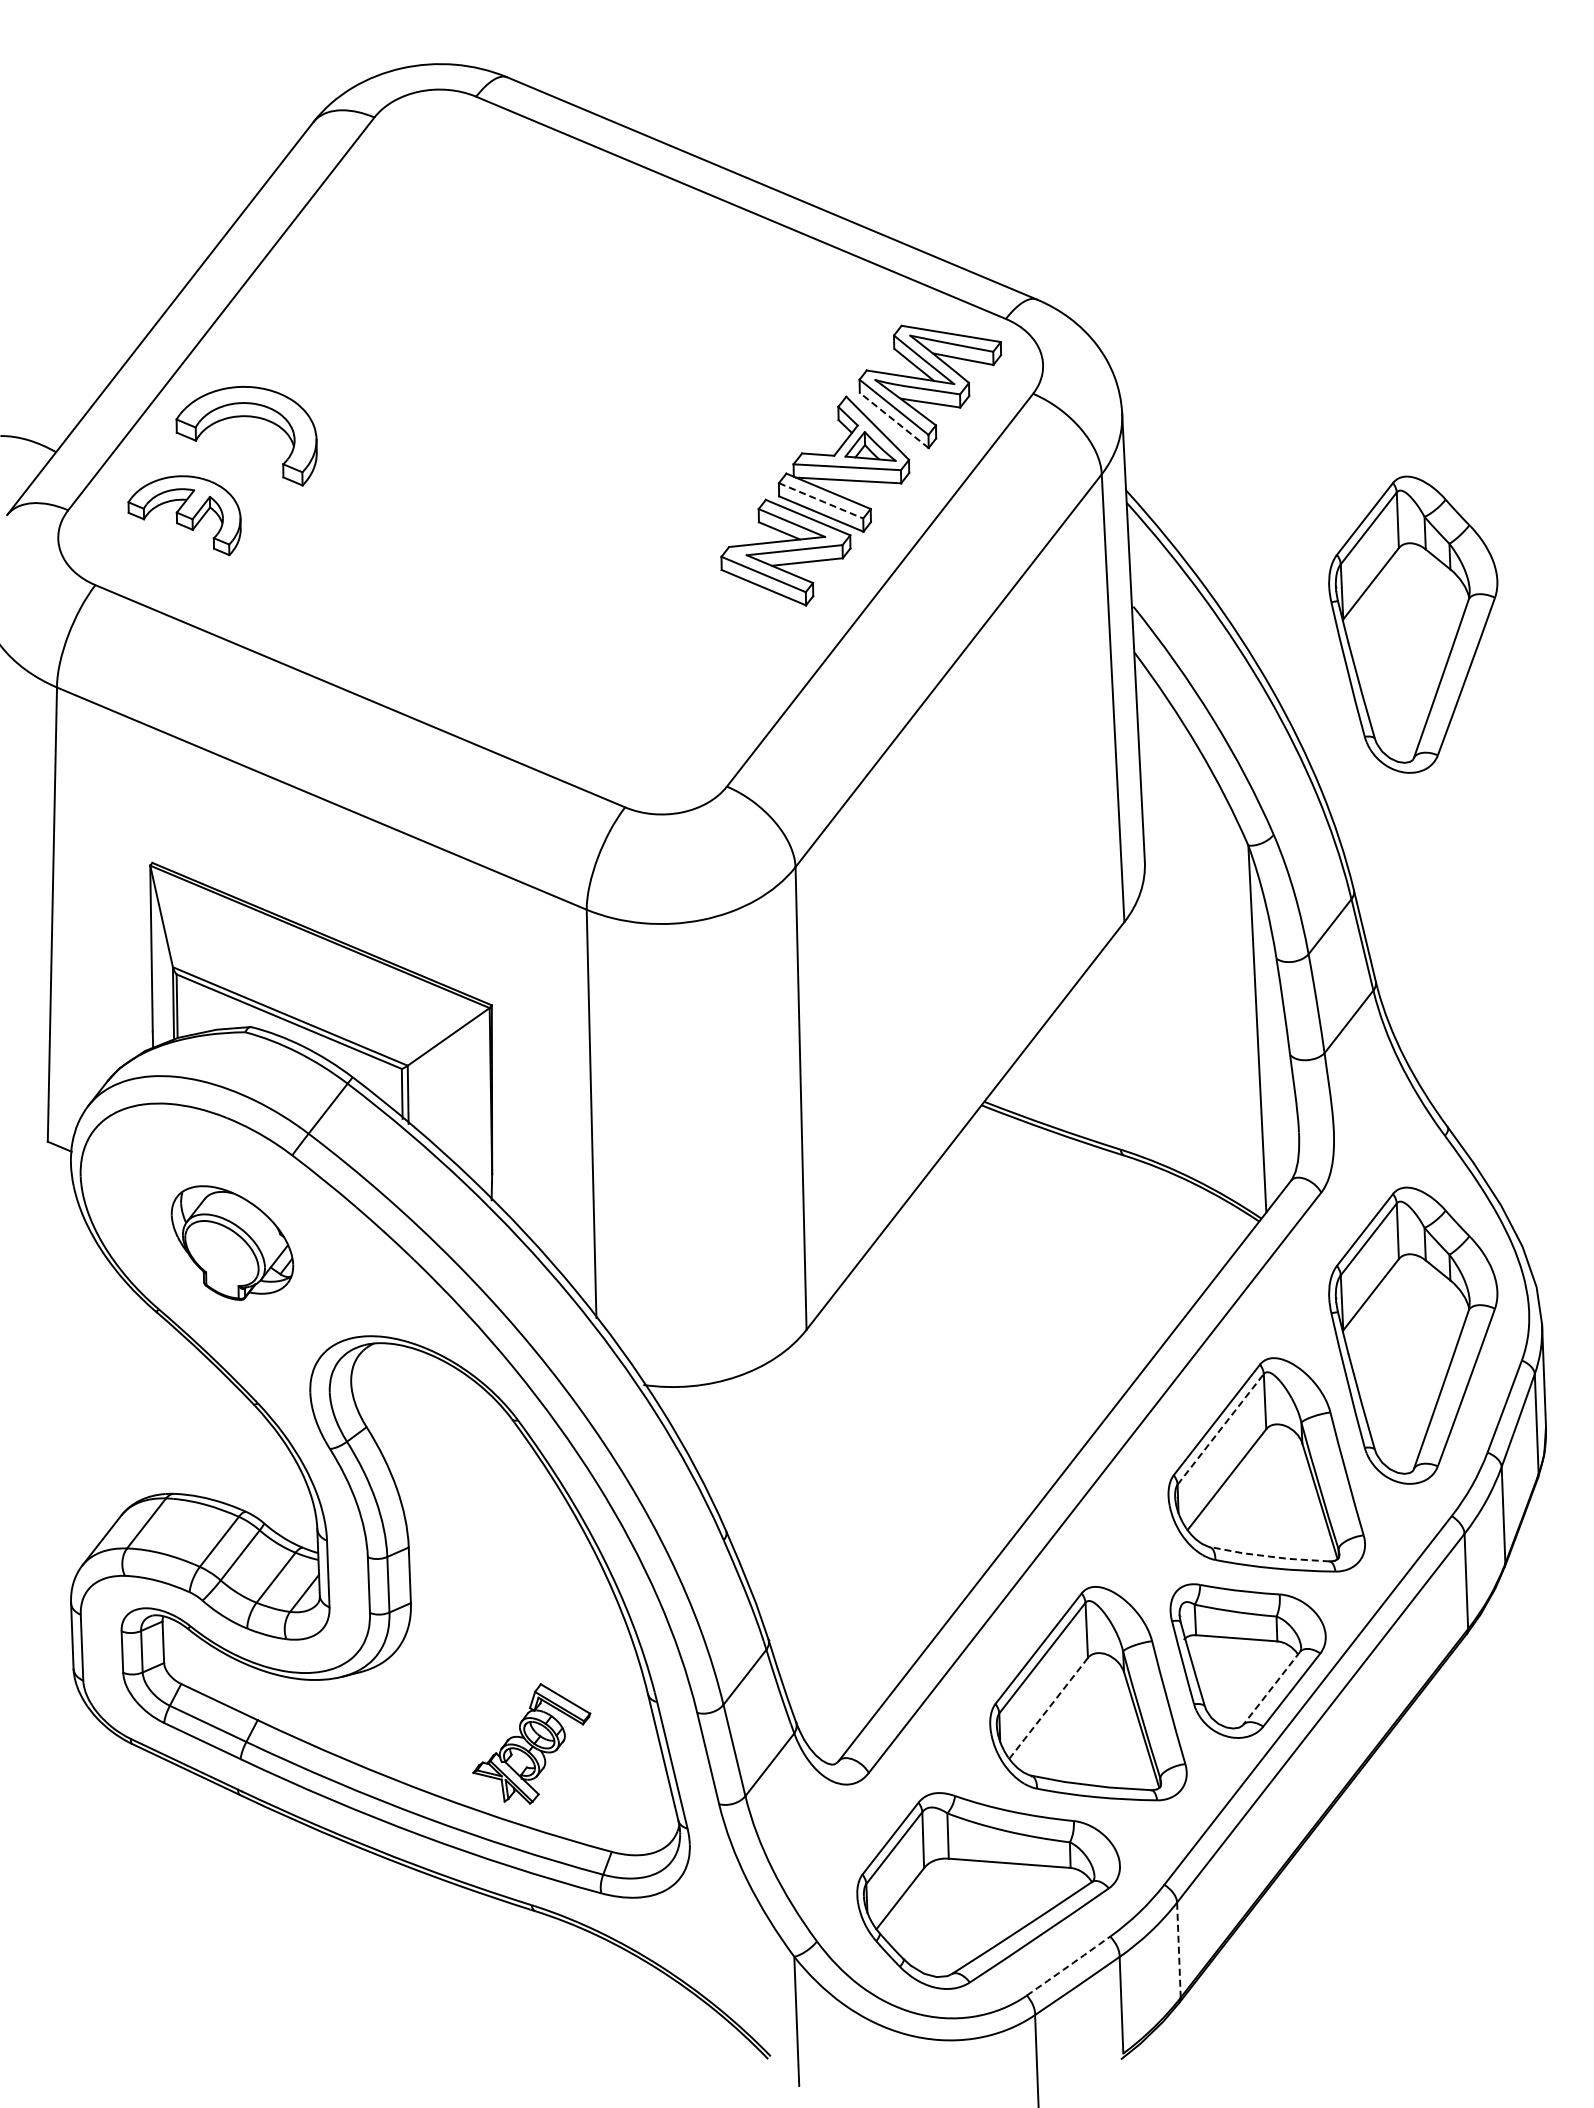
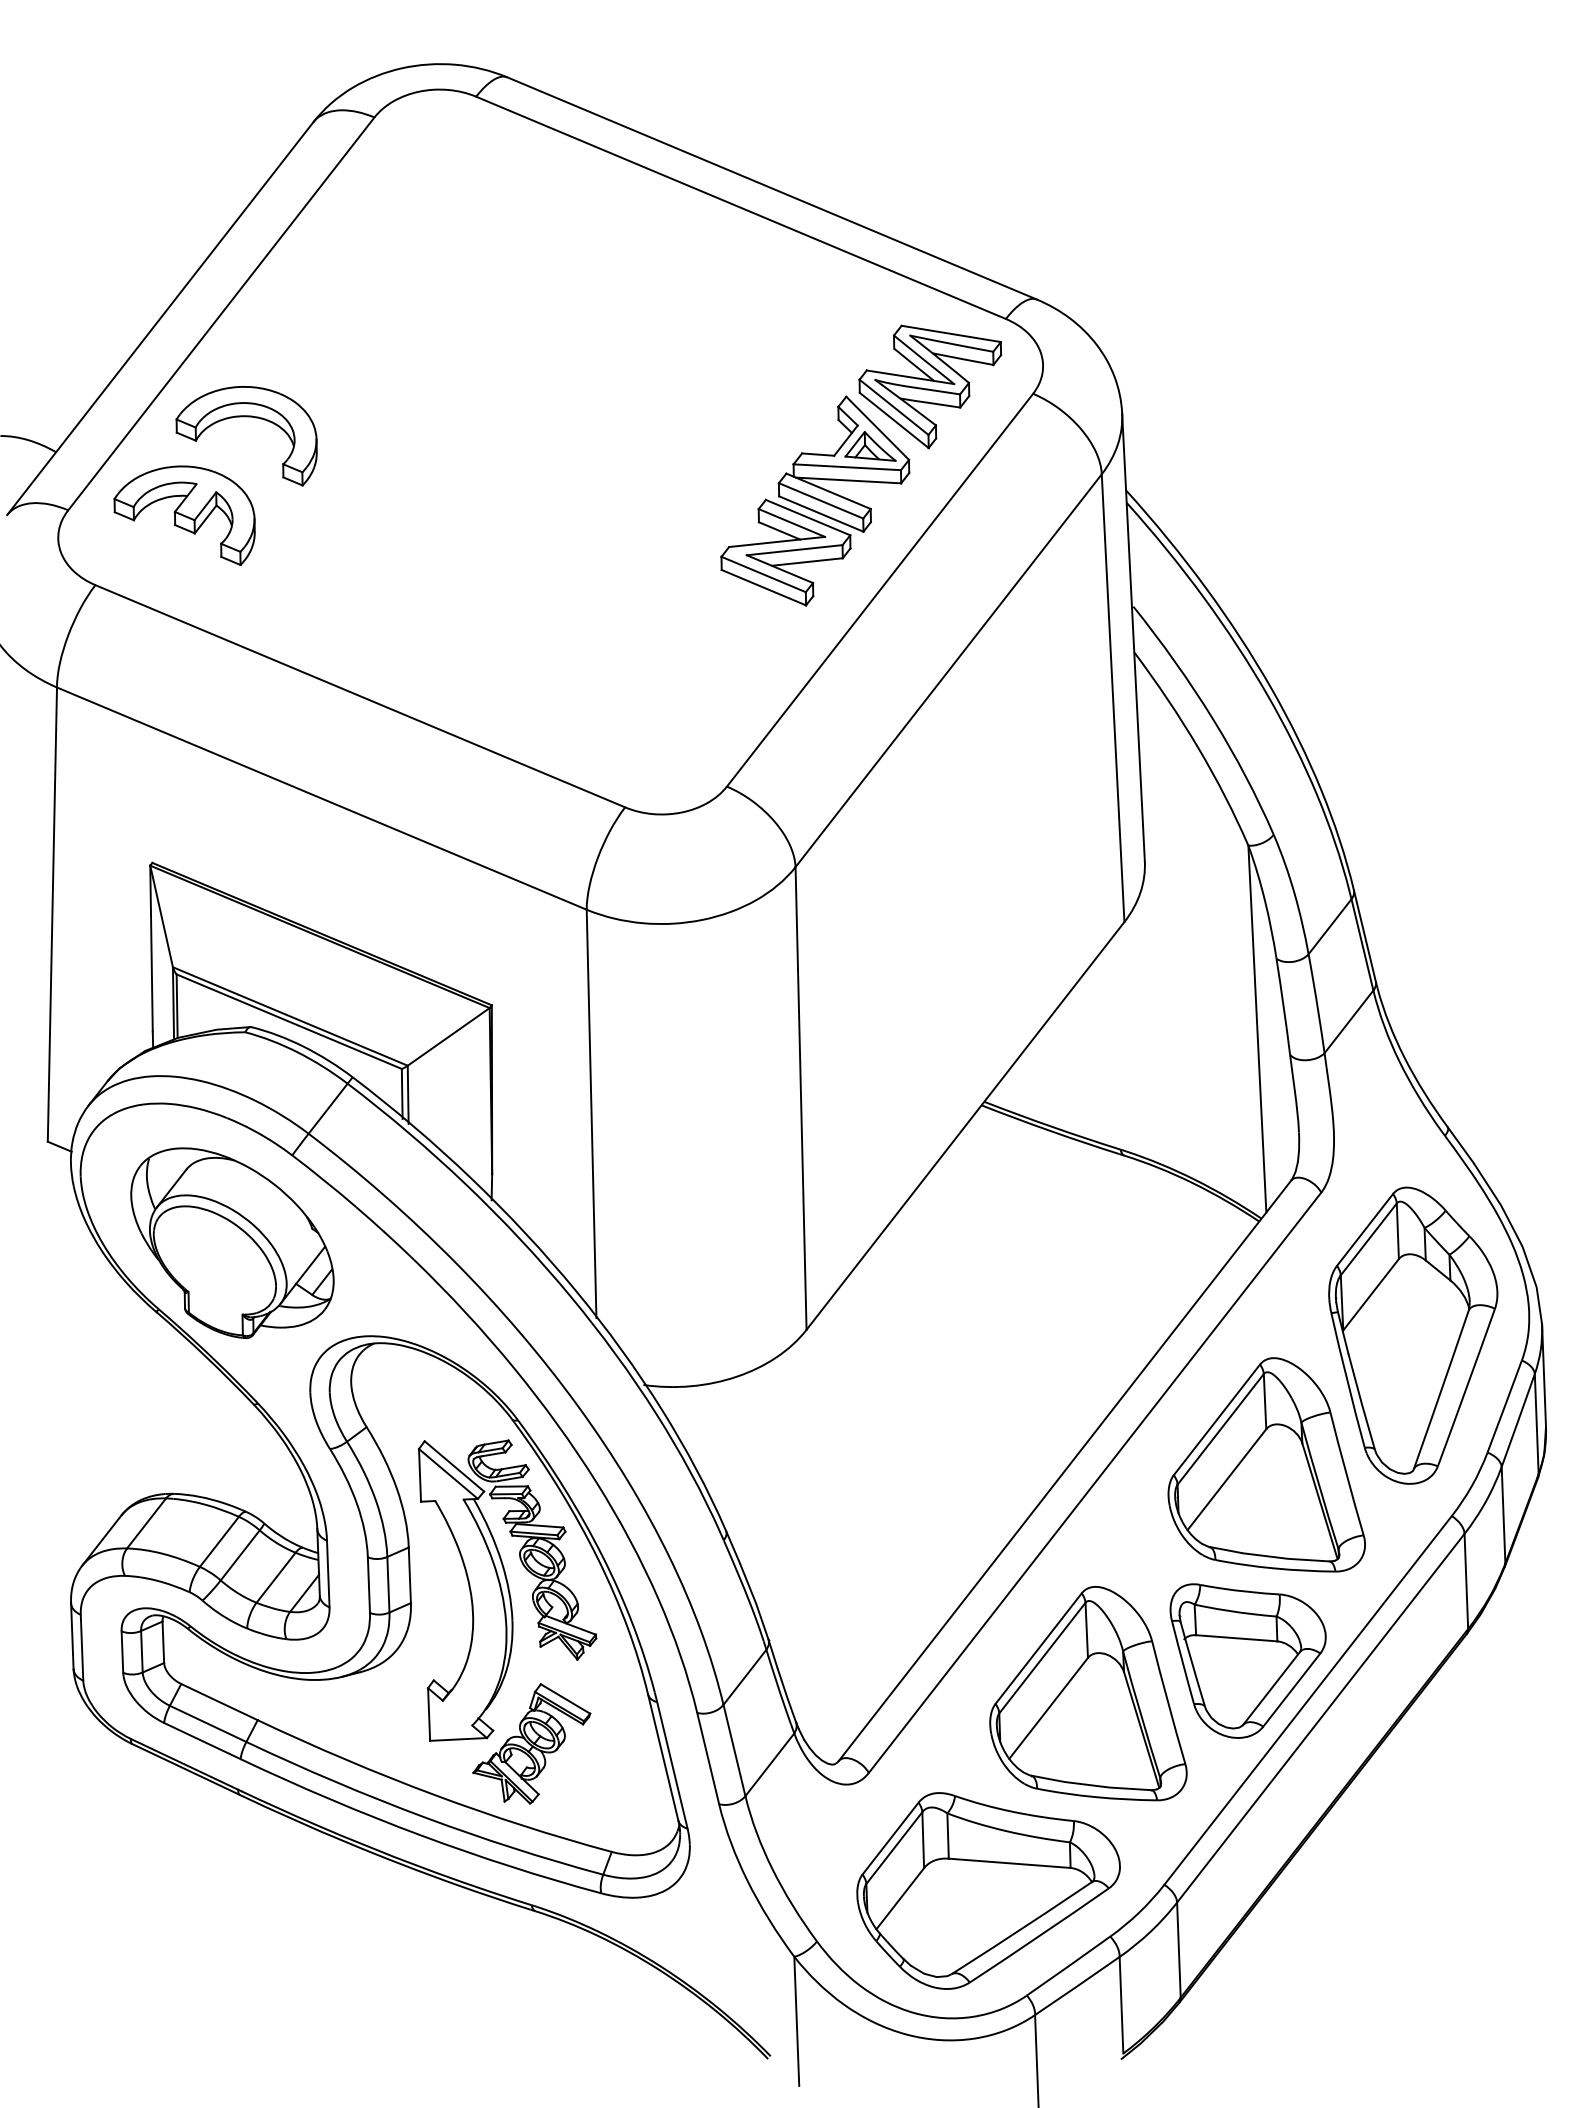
line at (893, 420): dashed -> solid
line at (821, 500): dashed -> solid
part at (184, 515) size: 115x82 px -> 143x101 px
part at (1413, 624): present -> none
part at (232, 1242) size: 125x116 px -> 205x192 px
line at (1221, 1428): dashed -> solid
line at (1268, 1556): dashed -> solid
part at (507, 1590): none -> present
line at (1271, 1688): dashed -> solid
line at (1048, 1708): dashed -> solid
line at (1178, 1950): dashed -> solid
arc at (1068, 1966): dashed -> solid
